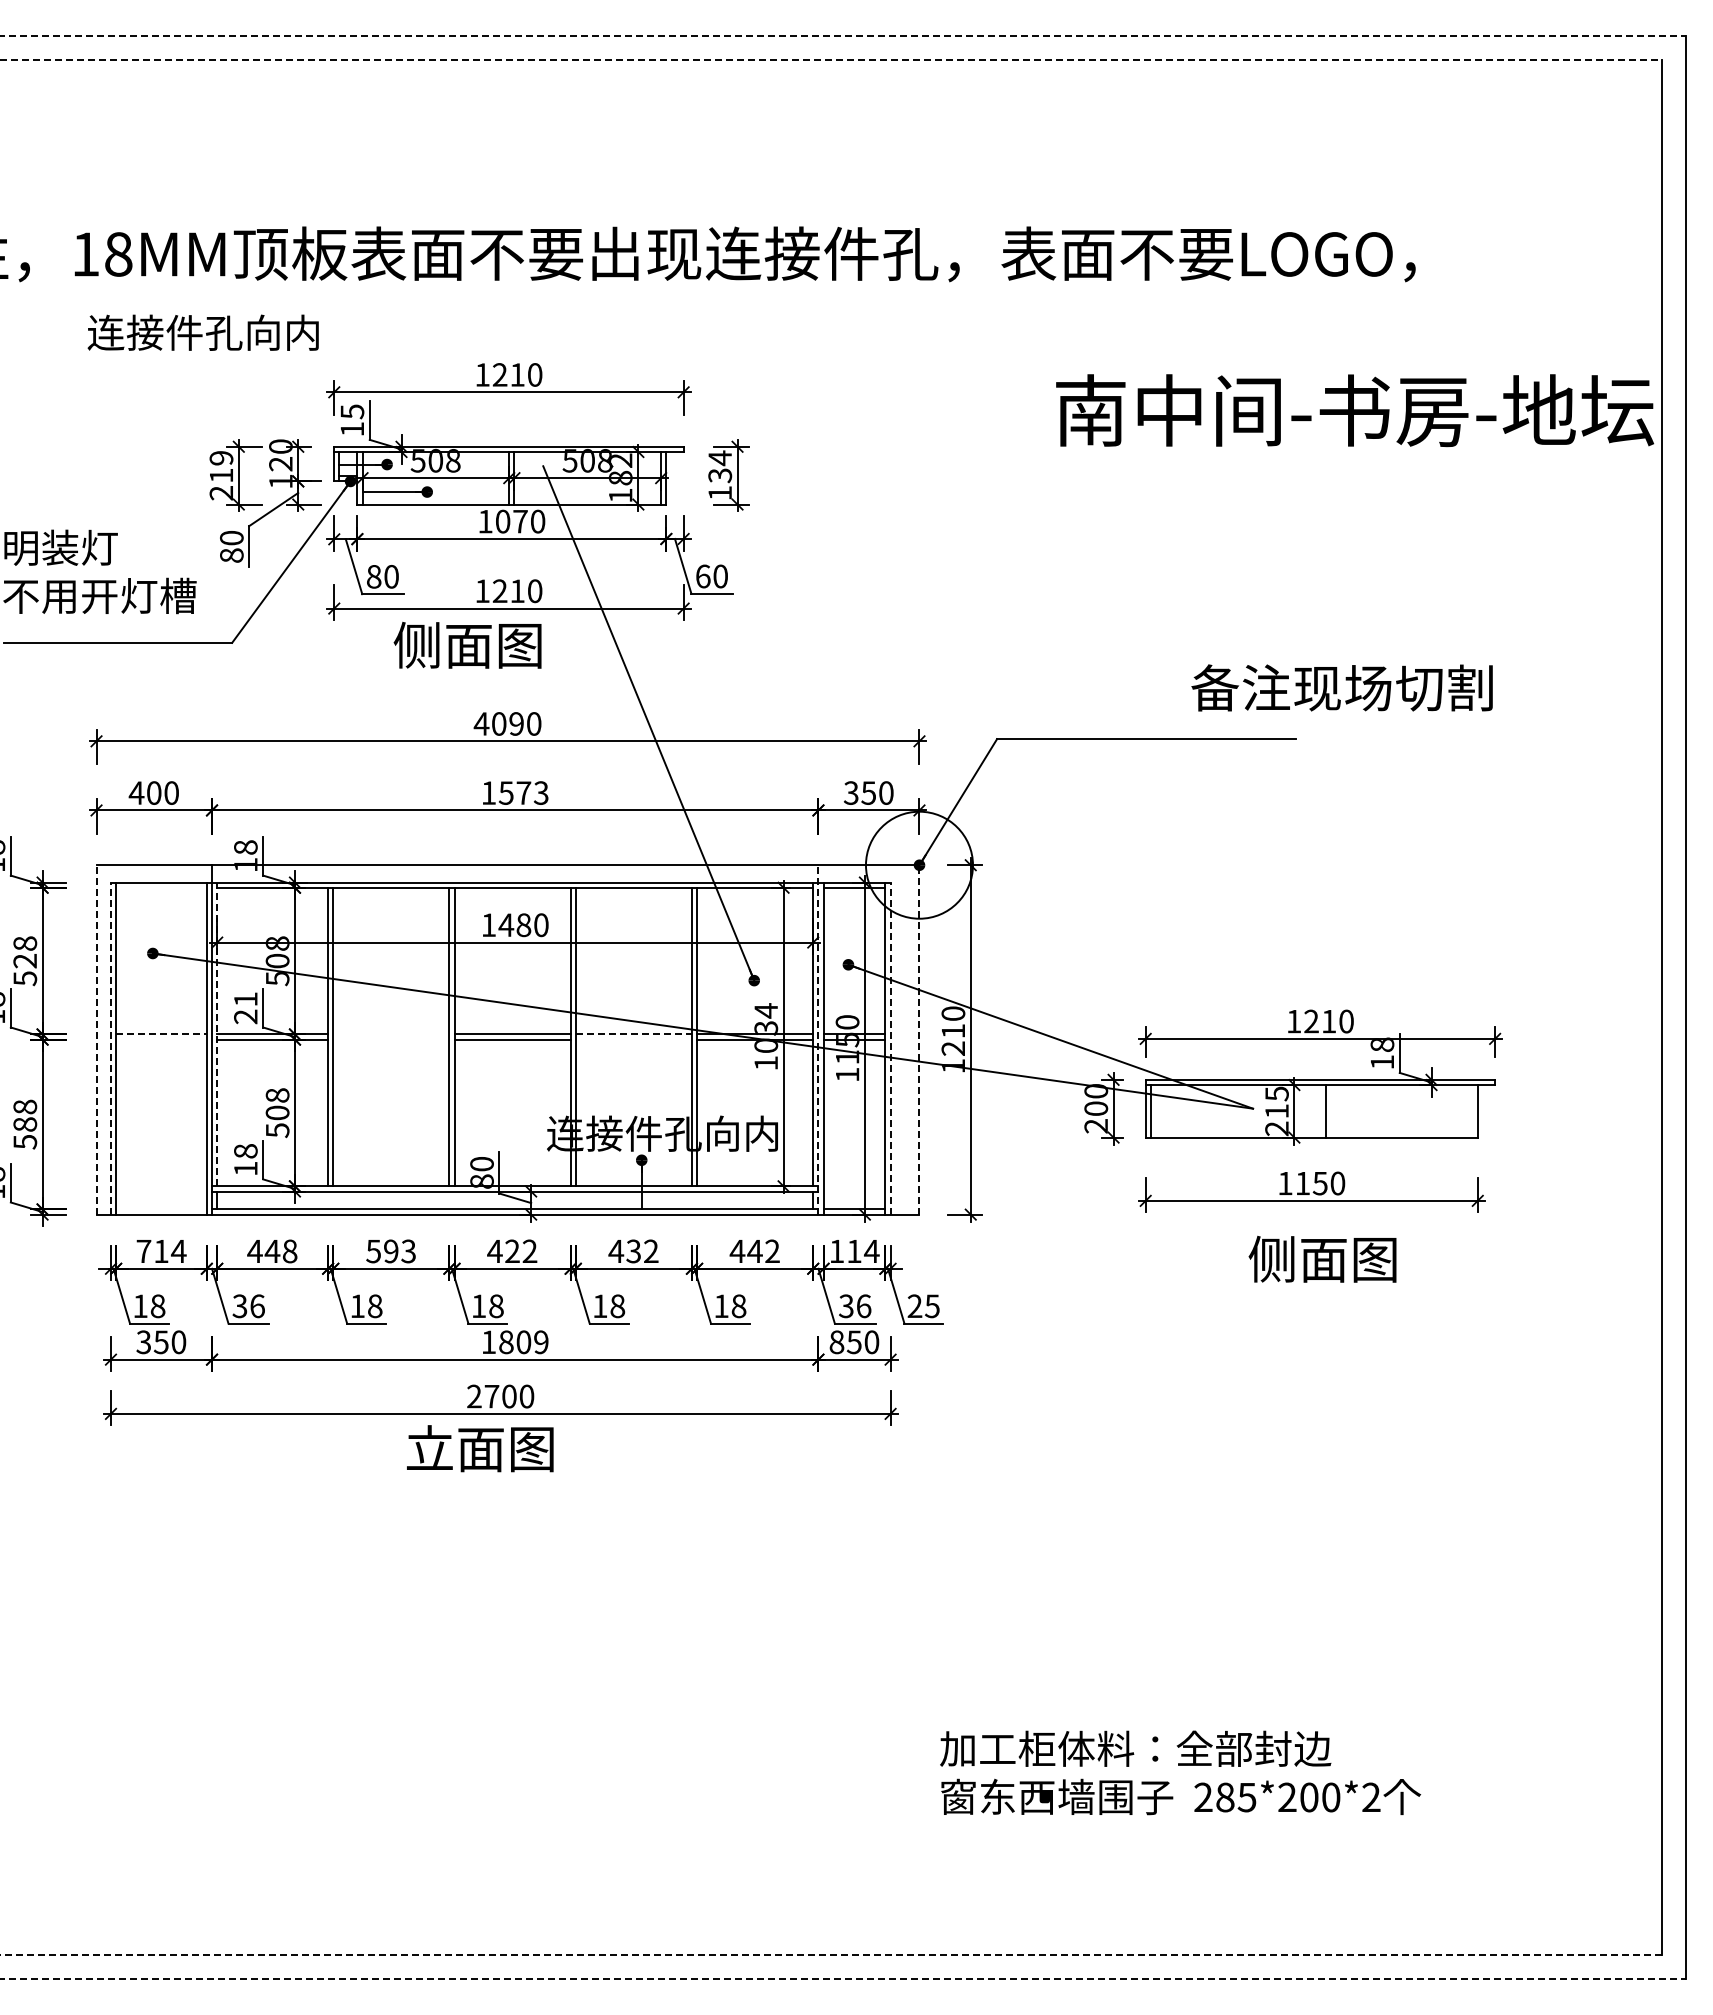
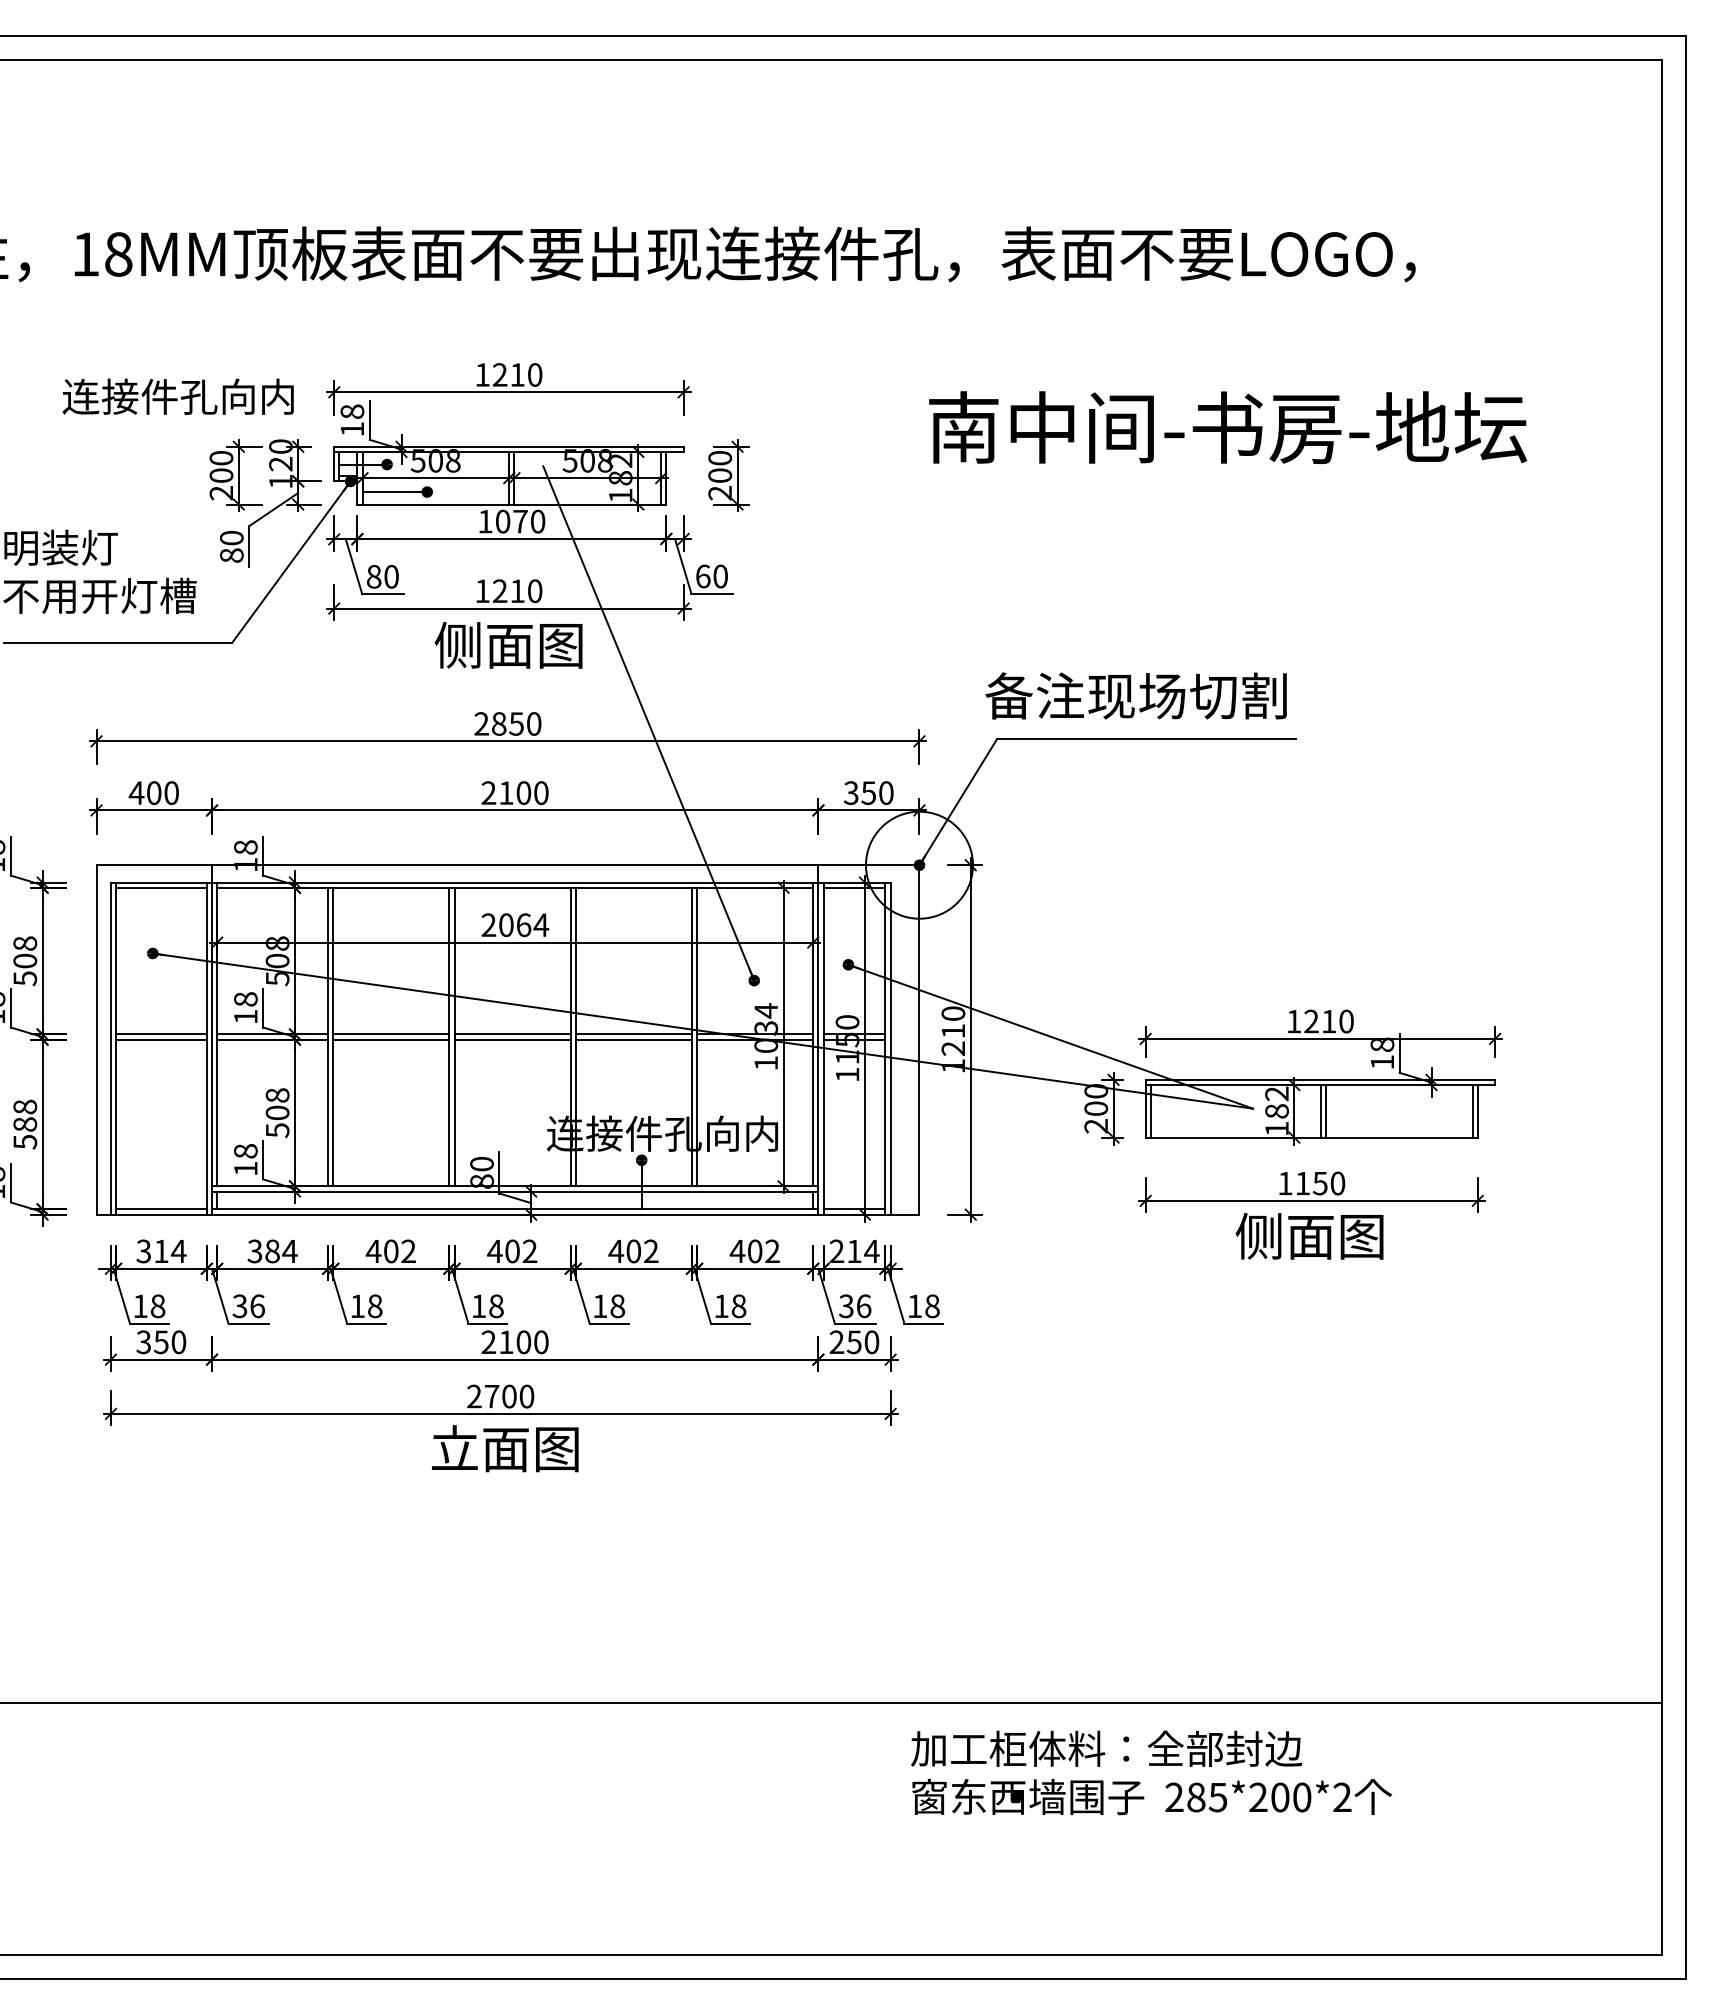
line at (843, 36): dashed -> solid
line at (830, 60): dashed -> solid
text at (202, 332) position: (202, 332) -> (177, 396)
text at (1355, 410) position: (1355, 410) -> (1228, 427)
text at (352, 411): 15 -> 18
text at (221, 466): 219 -> 200
text at (720, 475): 134 -> 200
text at (467, 644) position: (467, 644) -> (508, 644)
text at (1341, 687) position: (1341, 687) -> (1135, 695)
text at (498, 723): 4090 -> 2850
text at (514, 792): 1573 -> 2100
line at (161, 887): none -> present
text at (515, 925): 1480 -> 2064
text at (25, 960): 528 -> 508
text at (245, 1008): 21 -> 18
line at (162, 1034): dashed -> solid
line at (217, 1034): dashed -> solid
line at (391, 1034): none -> present
line at (634, 1034): dashed -> solid
line at (96, 1039): dashed -> solid
line at (161, 1039): none -> present
line at (391, 1039): none -> present
line at (633, 1039): none -> present
line at (818, 1039): dashed -> solid
line at (919, 1039): dashed -> solid
line at (110, 1048): dashed -> solid
line at (890, 1048): dashed -> solid
text at (1276, 1111): 215 -> 182
line at (1320, 1111): none -> present
line at (1472, 1111): none -> present
line at (161, 1209): none -> present
text at (836, 1250): 114 -> 214
text at (143, 1251): 714 -> 314
text at (272, 1251): 448 -> 384
text at (390, 1251): 593 -> 402
text at (512, 1251): 422 -> 402
text at (633, 1251): 432 -> 402
text at (754, 1251): 442 -> 402
text at (1322, 1258) position: (1322, 1258) -> (1309, 1235)
text at (923, 1306): 25 -> 18
text at (514, 1342): 1809 -> 2100
text at (836, 1342): 850 -> 250
text at (480, 1448) position: (480, 1448) -> (505, 1448)
line at (831, 1702): none -> present
text at (1180, 1772) position: (1180, 1772) -> (1151, 1772)
line at (830, 1954): dashed -> solid
line at (843, 1978): dashed -> solid
